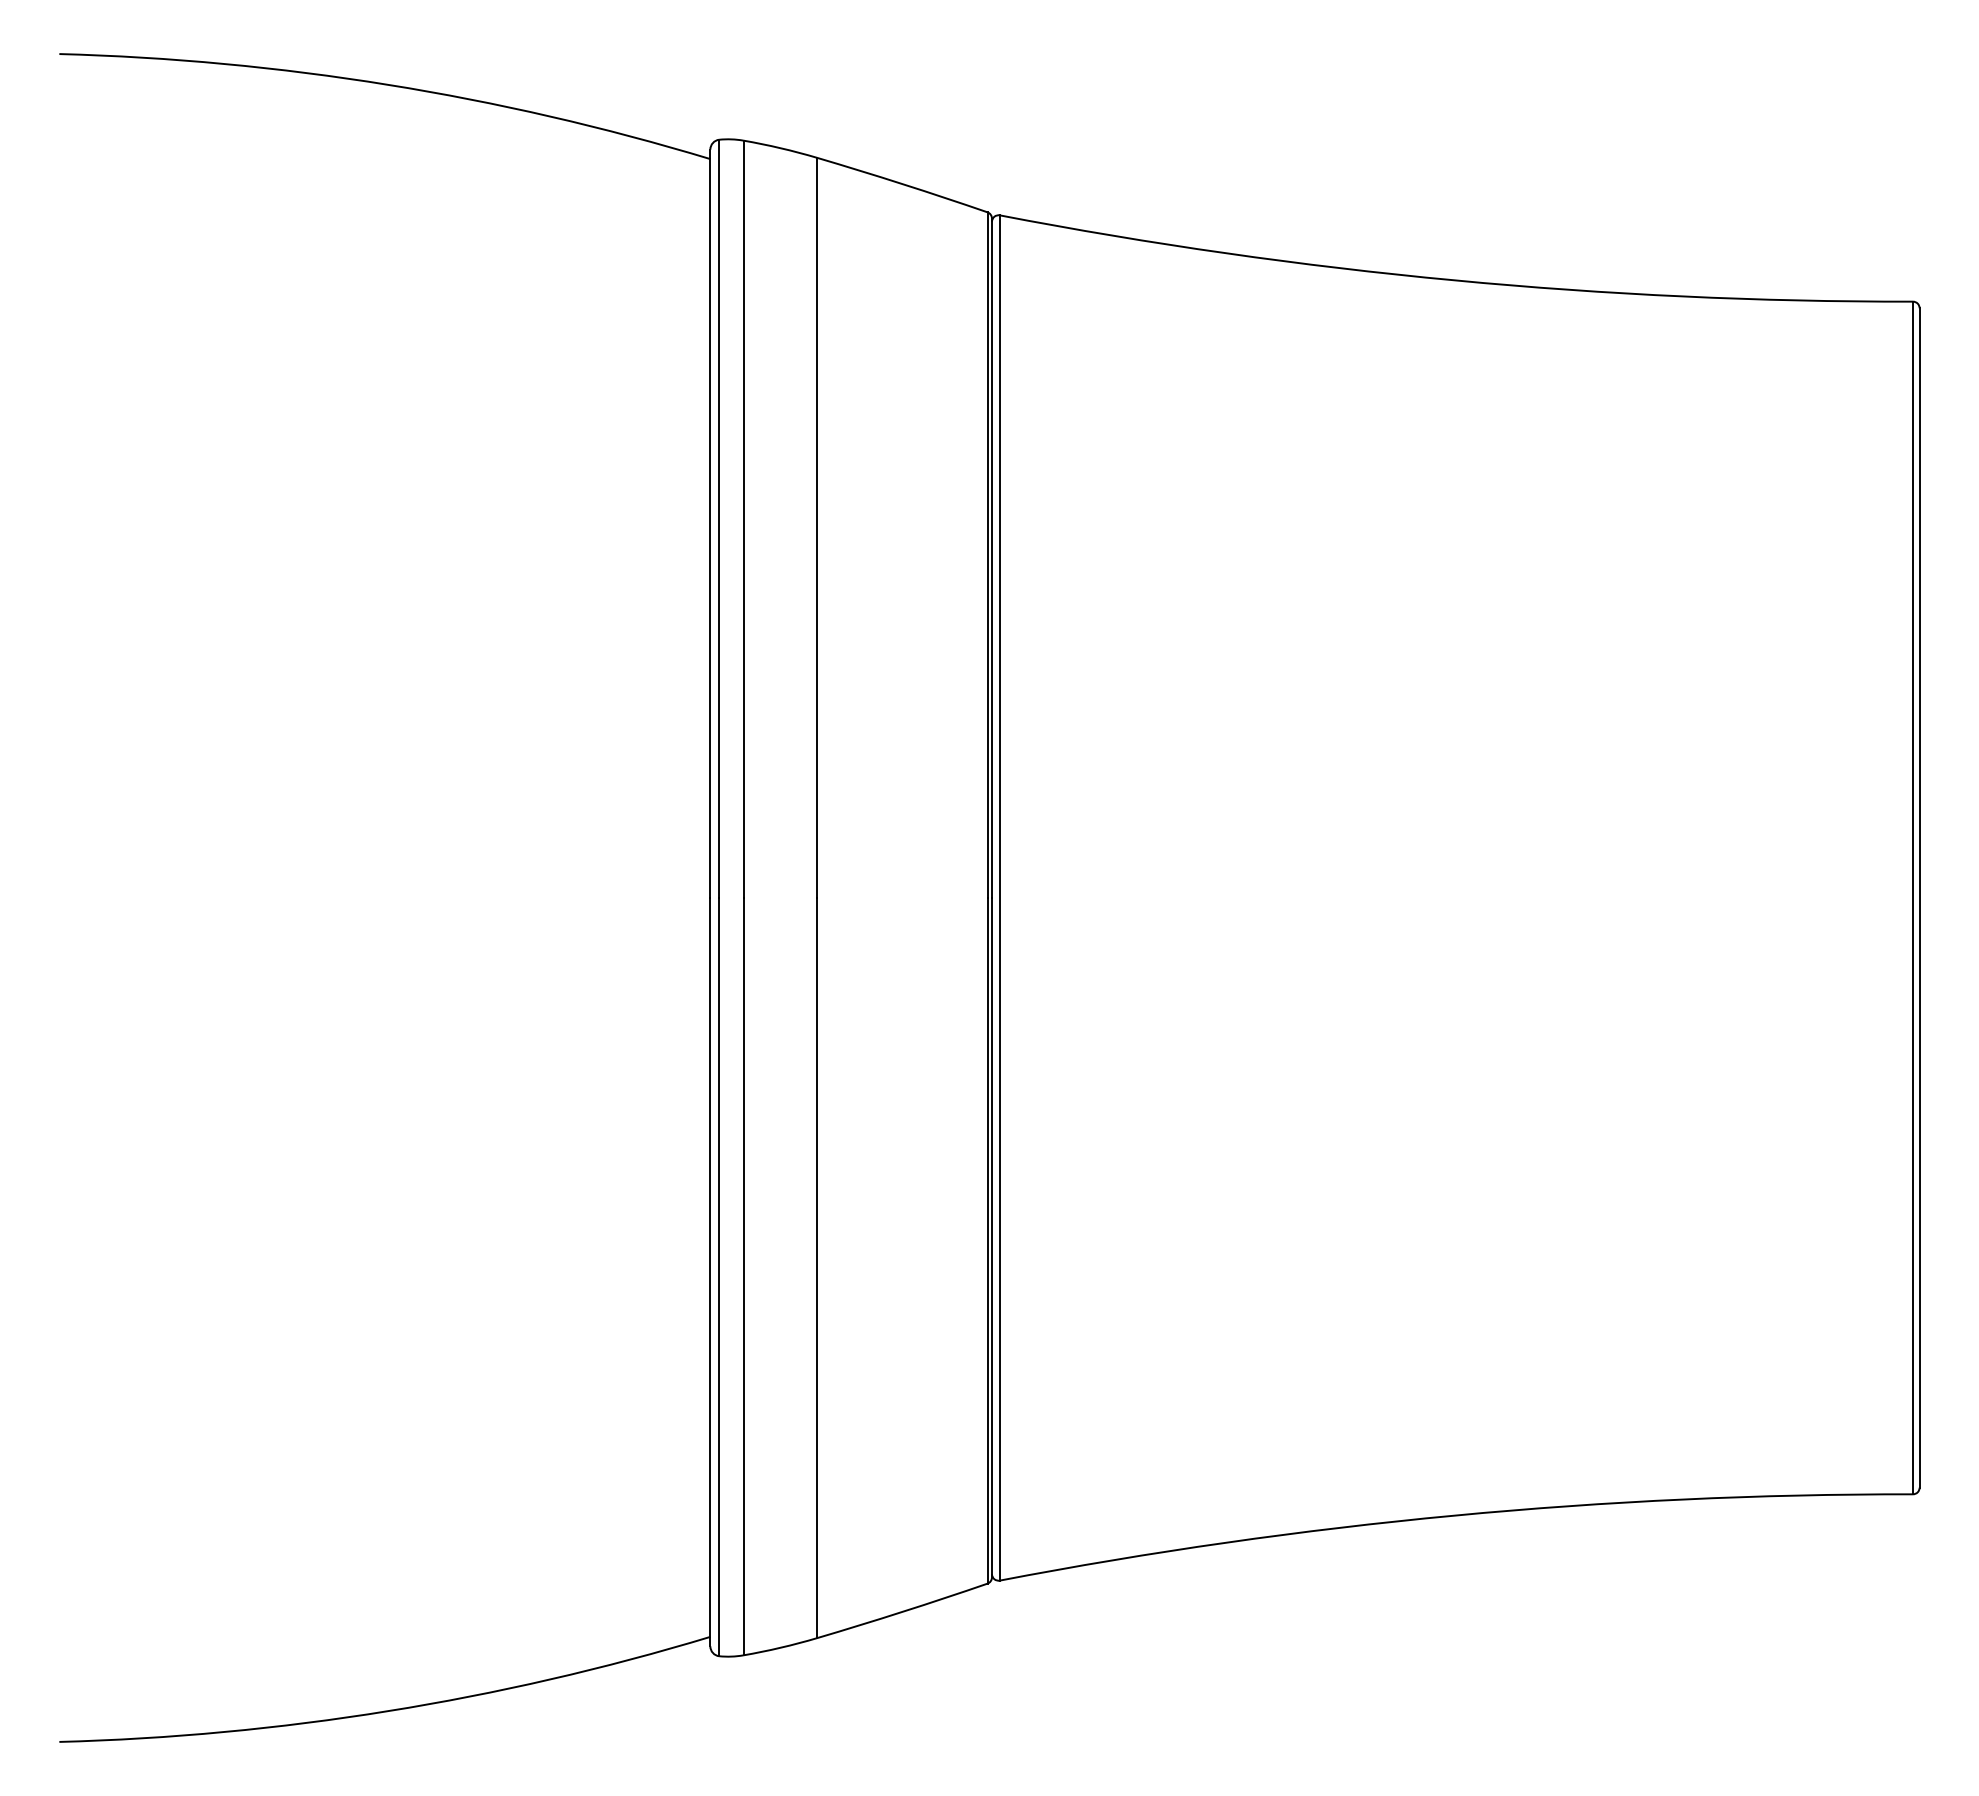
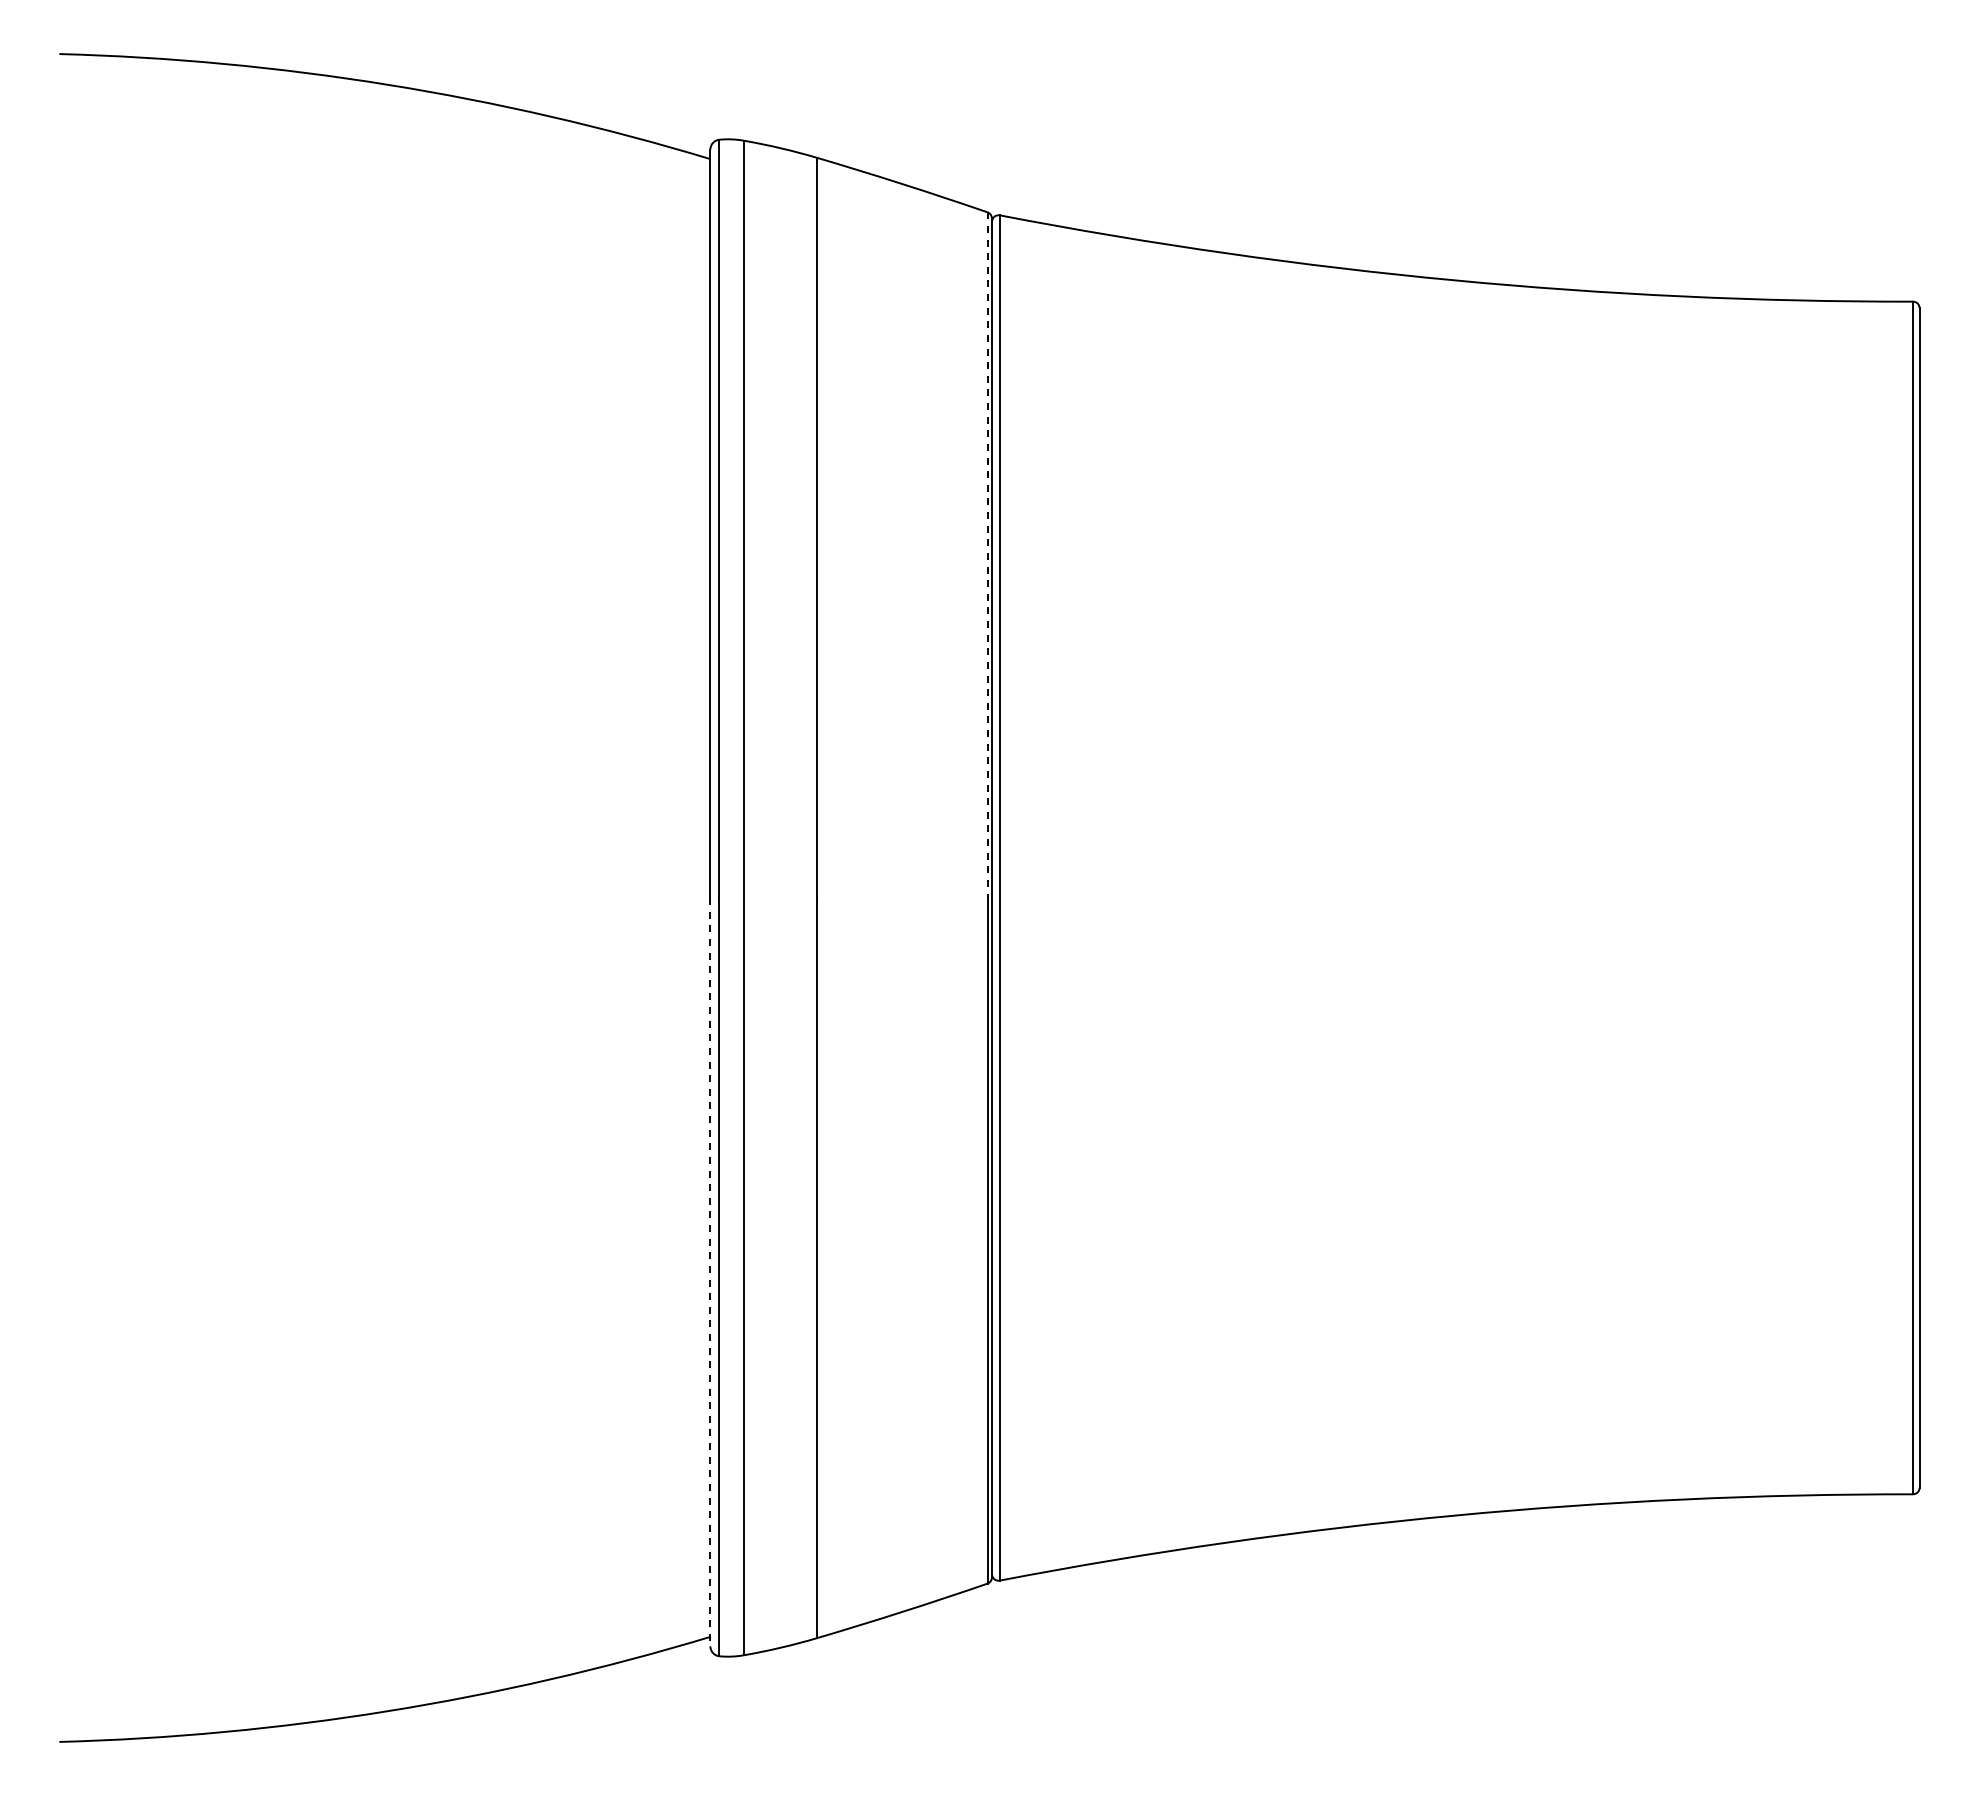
line at (987, 555): solid -> dashed
line at (710, 1272): solid -> dashed
